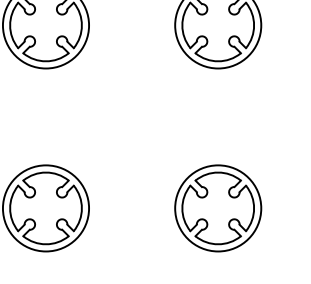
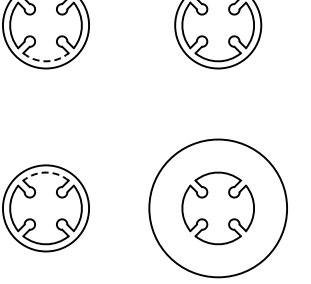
arc at (46, 61): solid -> dashed
arc at (46, 172): solid -> dashed
circle at (218, 208) diameter: 86 px -> 138 px
